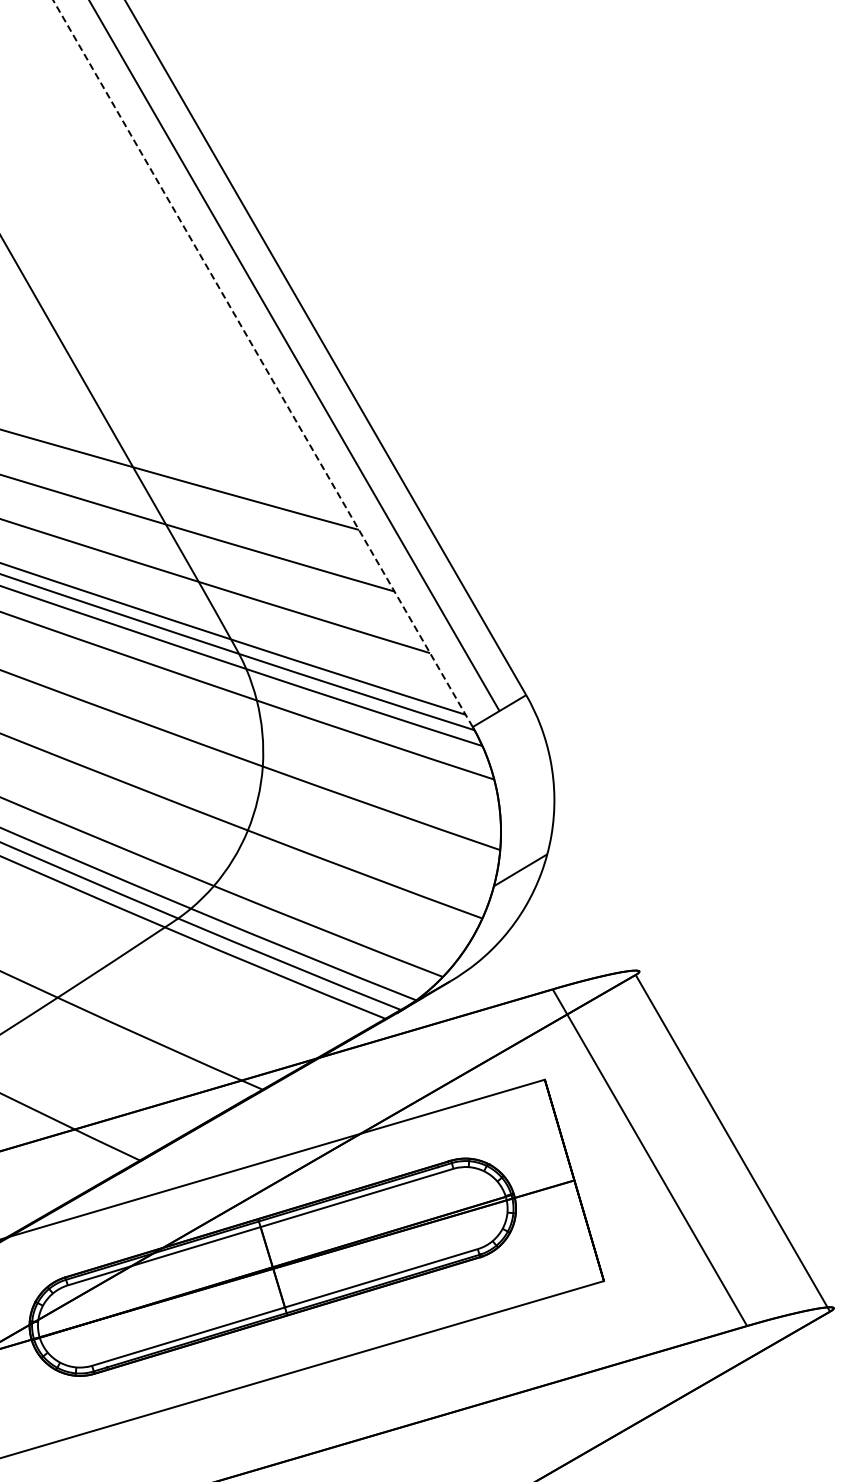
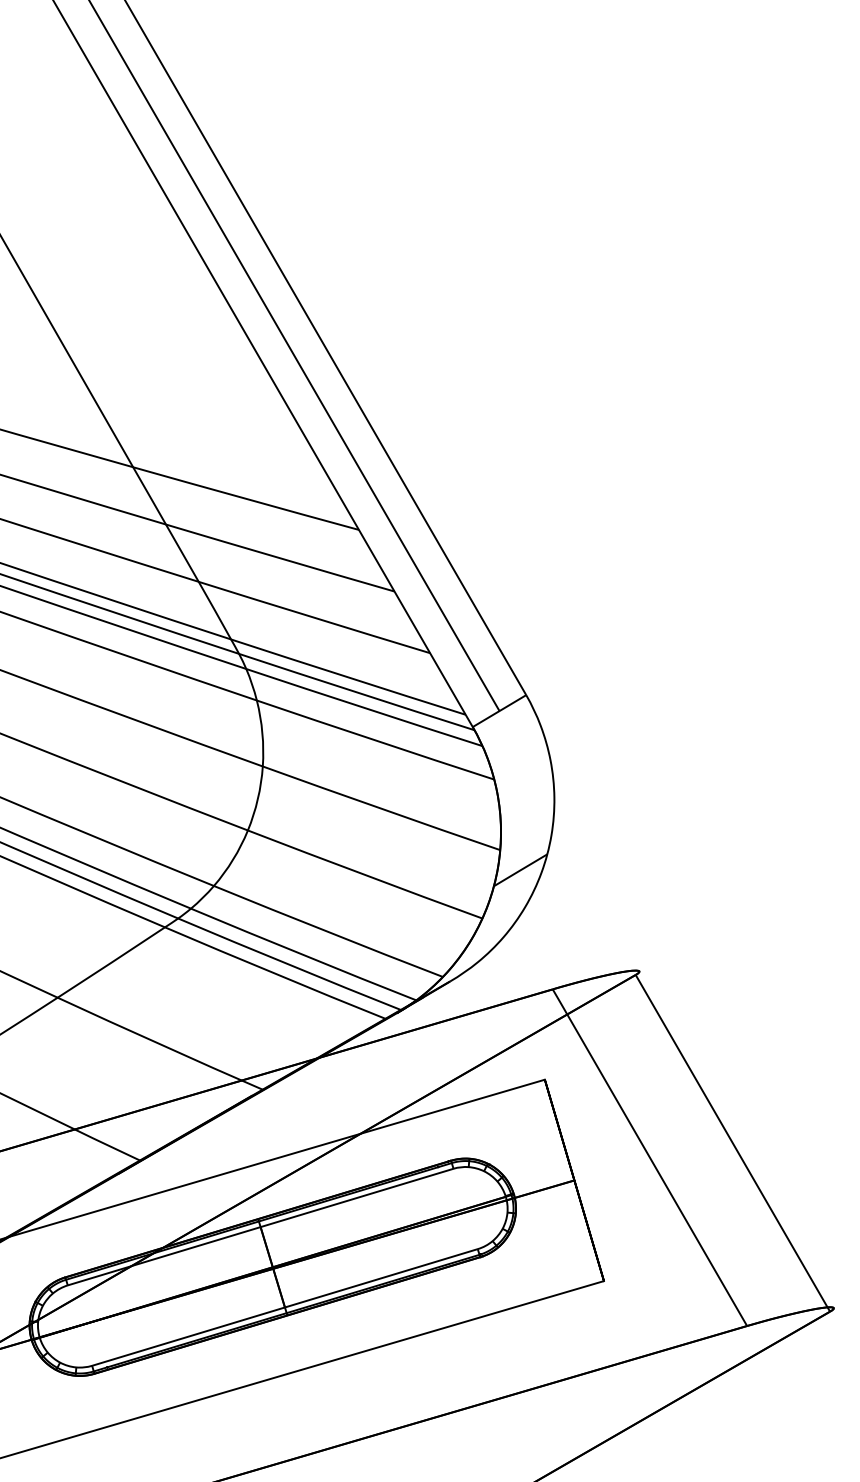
line at (262, 363): dashed -> solid
